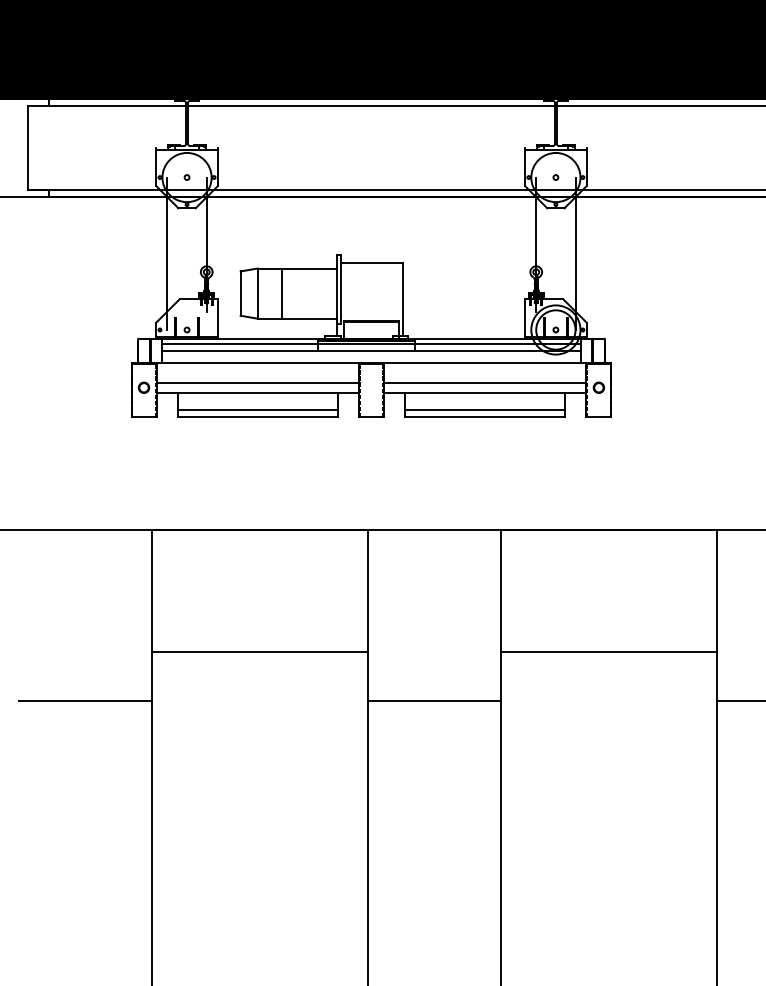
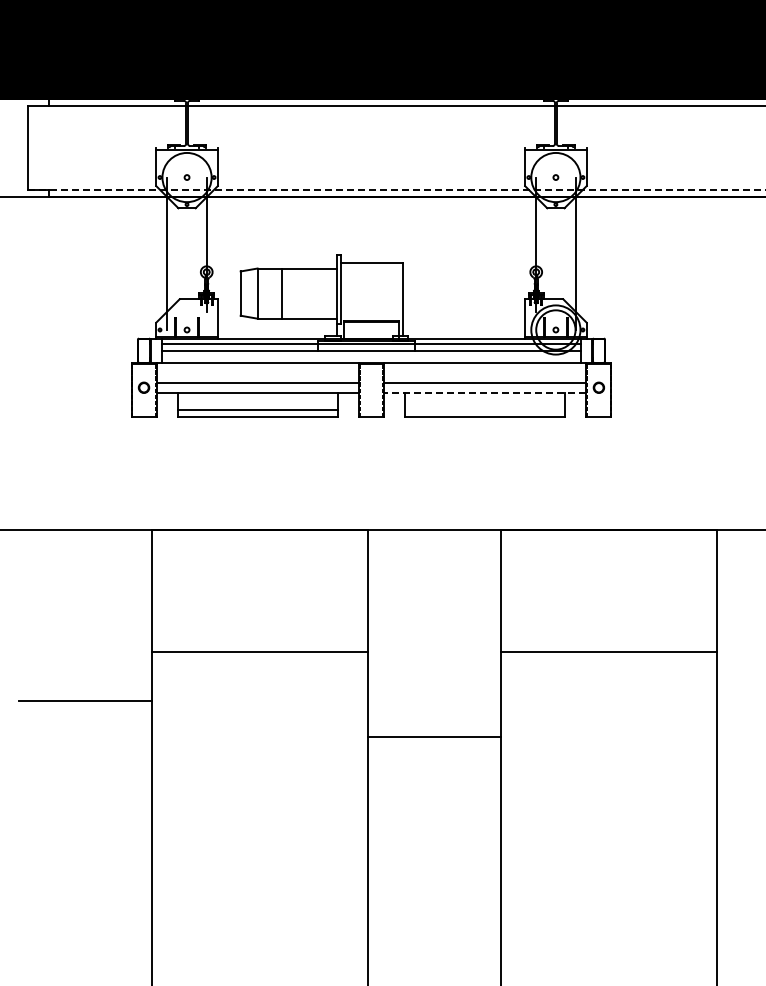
line at (397, 189): solid -> dashed
line at (484, 393): solid -> dashed
line at (485, 409): present -> none
line at (434, 701) position: (434, 701) -> (434, 737)
line at (739, 701): present -> none
